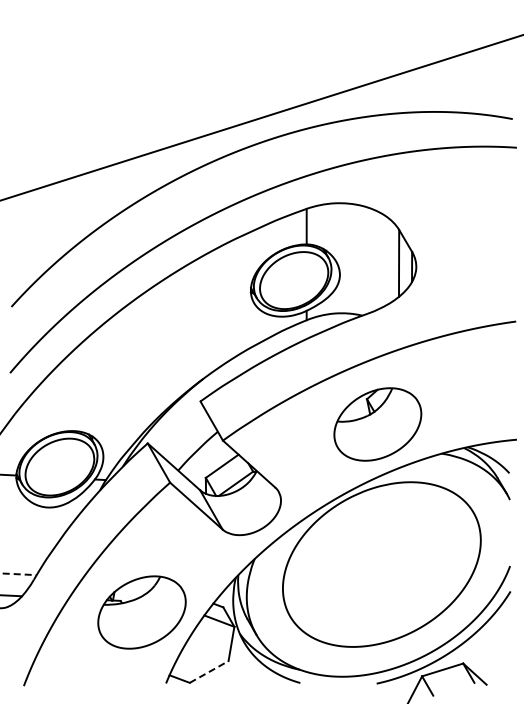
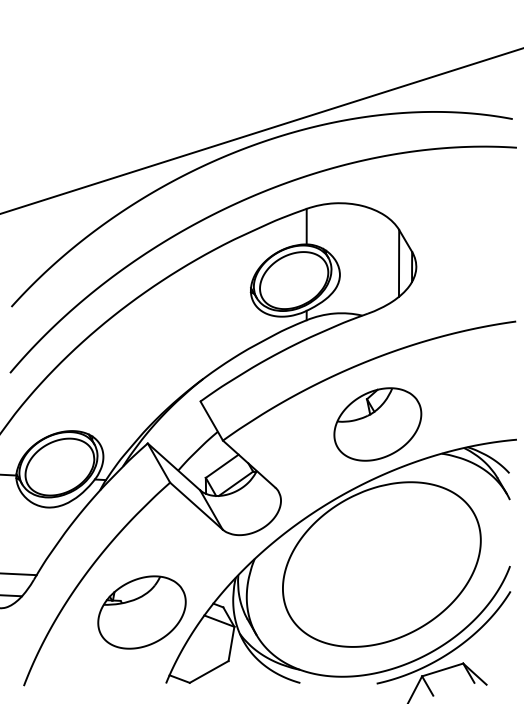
line at (261, 117) position: (261, 117) -> (261, 131)
line at (18, 574): dashed -> solid
line at (209, 671): dashed -> solid
